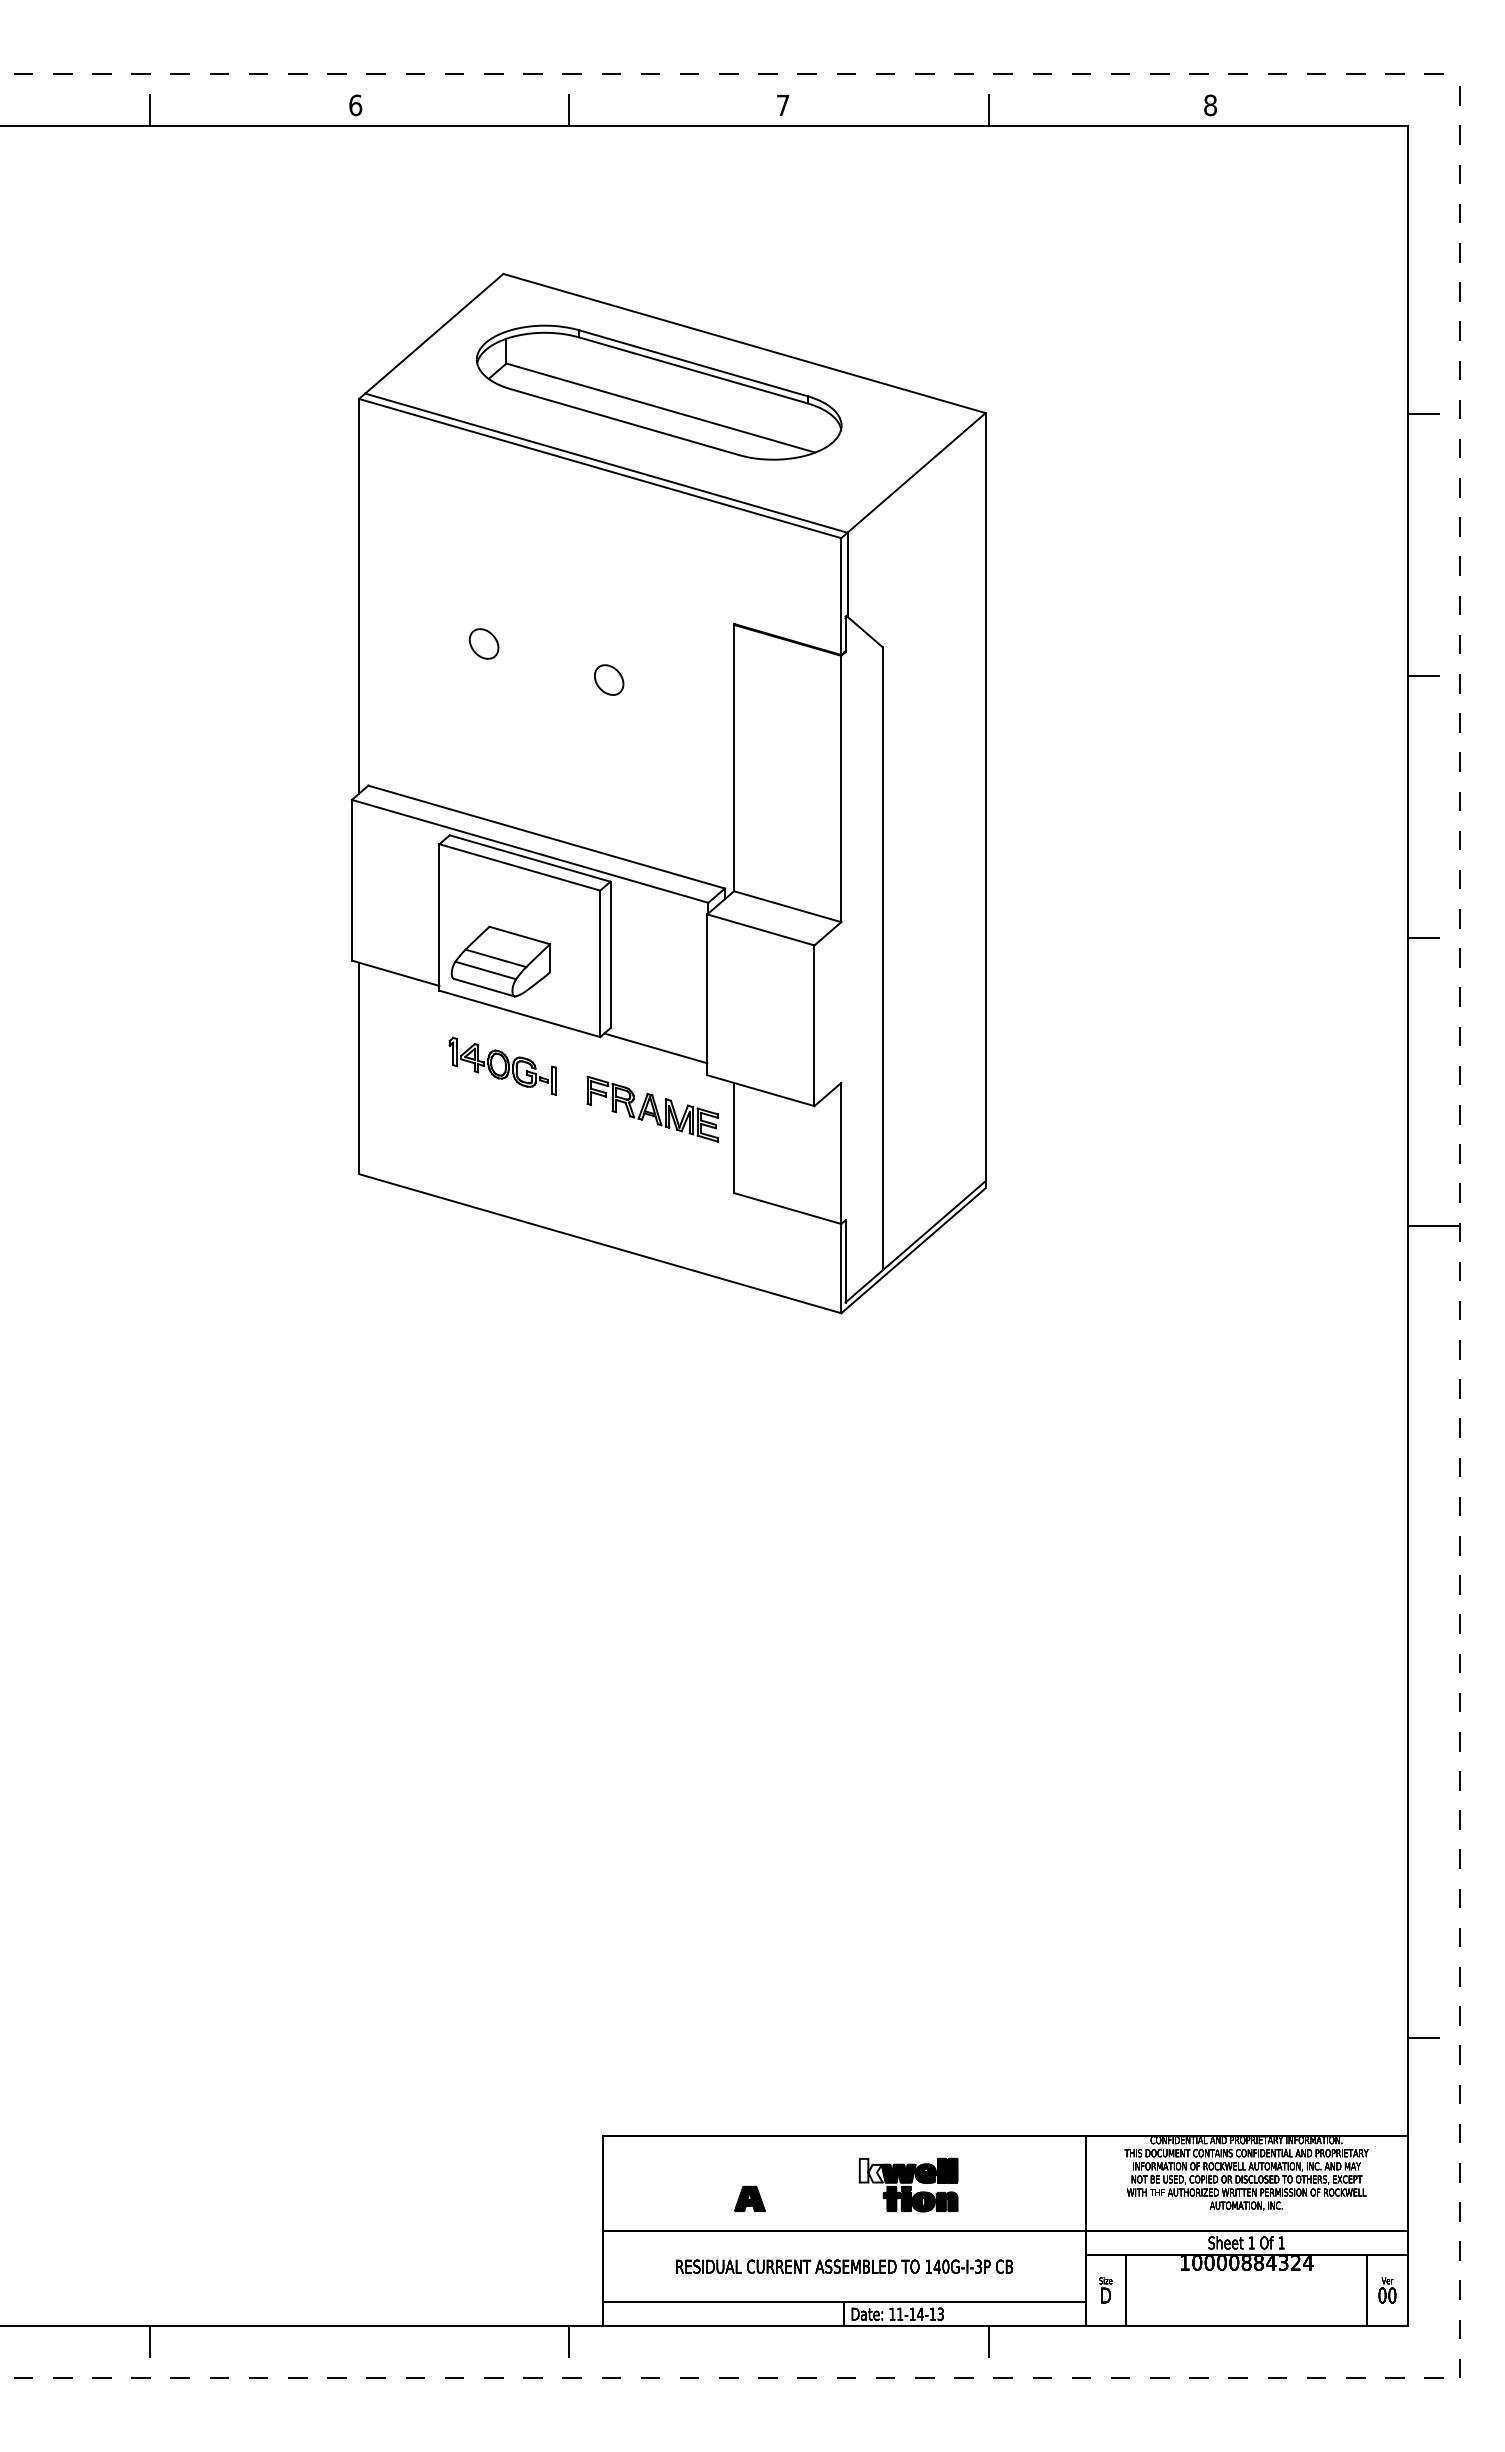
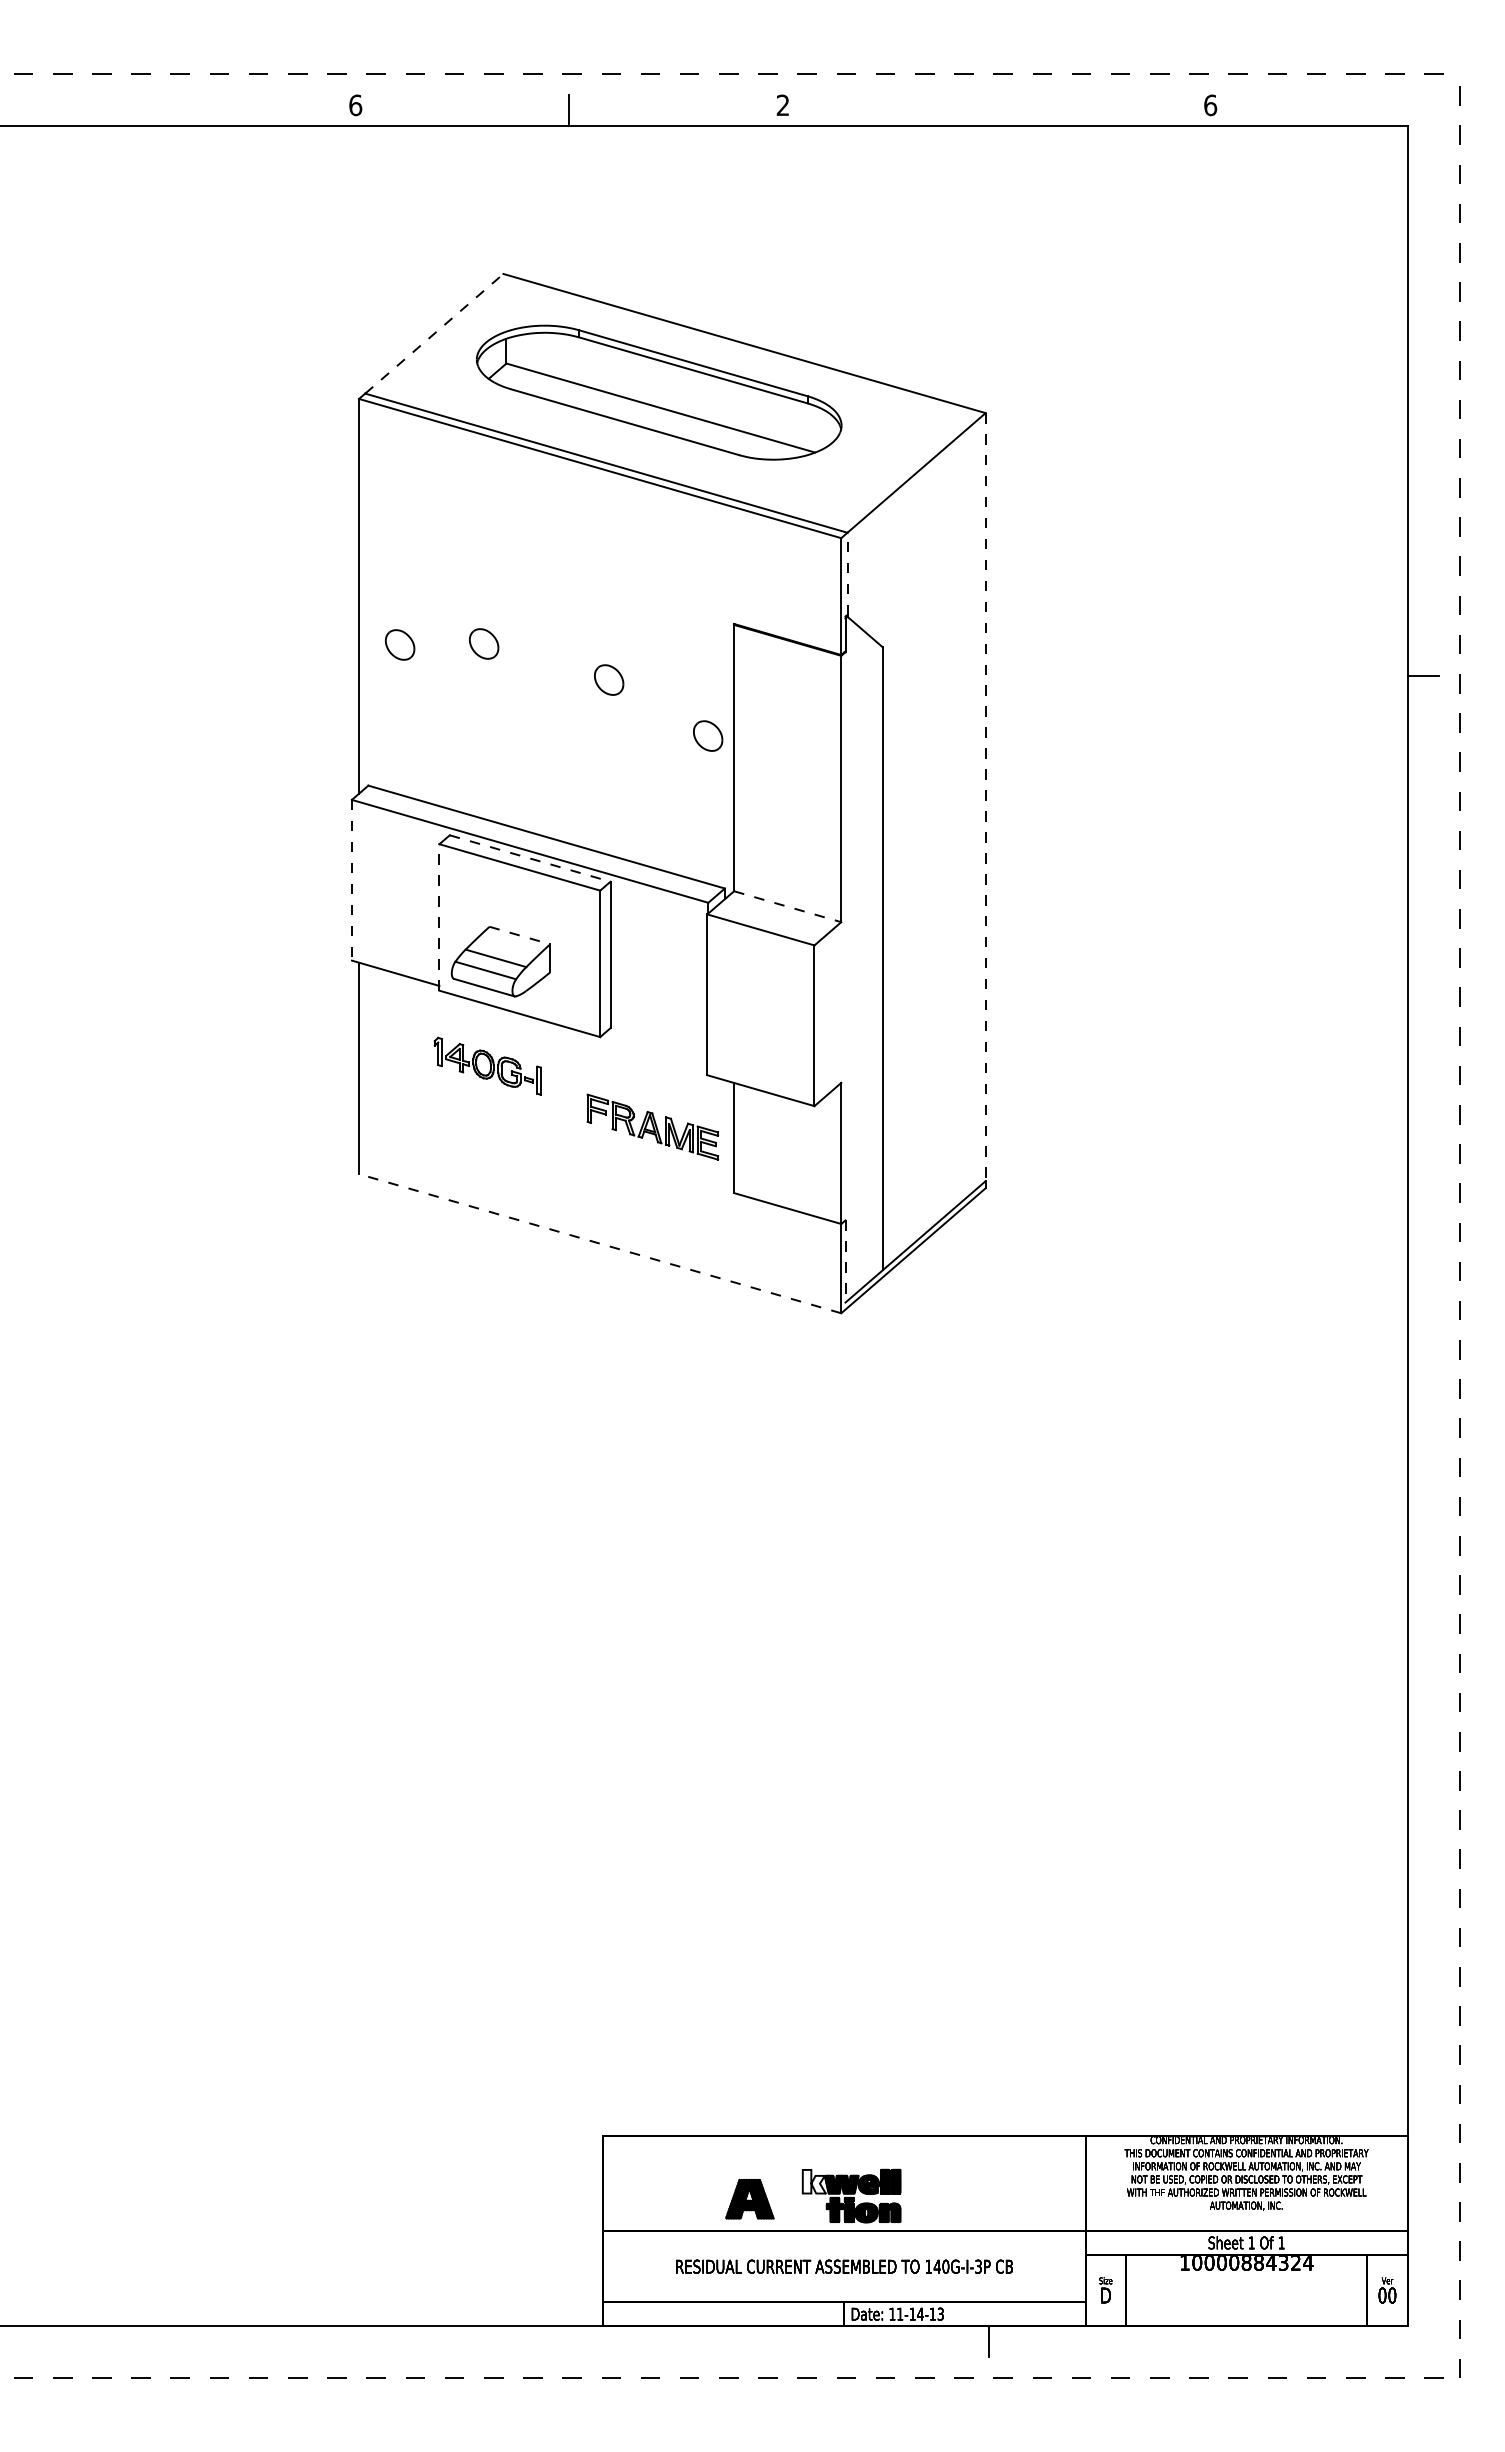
text at (782, 104): 7 -> 2
text at (1210, 105): 8 -> 6
line at (150, 109): present -> none
line at (988, 109): present -> none
line at (434, 333): solid -> dashed
line at (1423, 414): present -> none
line at (847, 573): solid -> dashed
part at (400, 644): none -> present
part at (708, 735): none -> present
line at (985, 797): solid -> dashed
line at (530, 858): solid -> dashed
line at (351, 880): solid -> dashed
line at (787, 906): solid -> dashed
line at (439, 916): solid -> dashed
line at (519, 935): solid -> dashed
line at (1423, 937): present -> none
line at (655, 1048): present -> none
part at (502, 1065) position: (502, 1065) -> (487, 1065)
part at (652, 1108) position: (652, 1108) -> (652, 1126)
line at (1433, 1226): present -> none
line at (600, 1243): solid -> dashed
line at (845, 1262): solid -> dashed
line at (1423, 2037): present -> none
part at (908, 2184) position: (908, 2184) -> (851, 2195)
part at (749, 2198) size: 32x27 px -> 50x41 px
line at (150, 2341): present -> none
line at (569, 2341): present -> none
